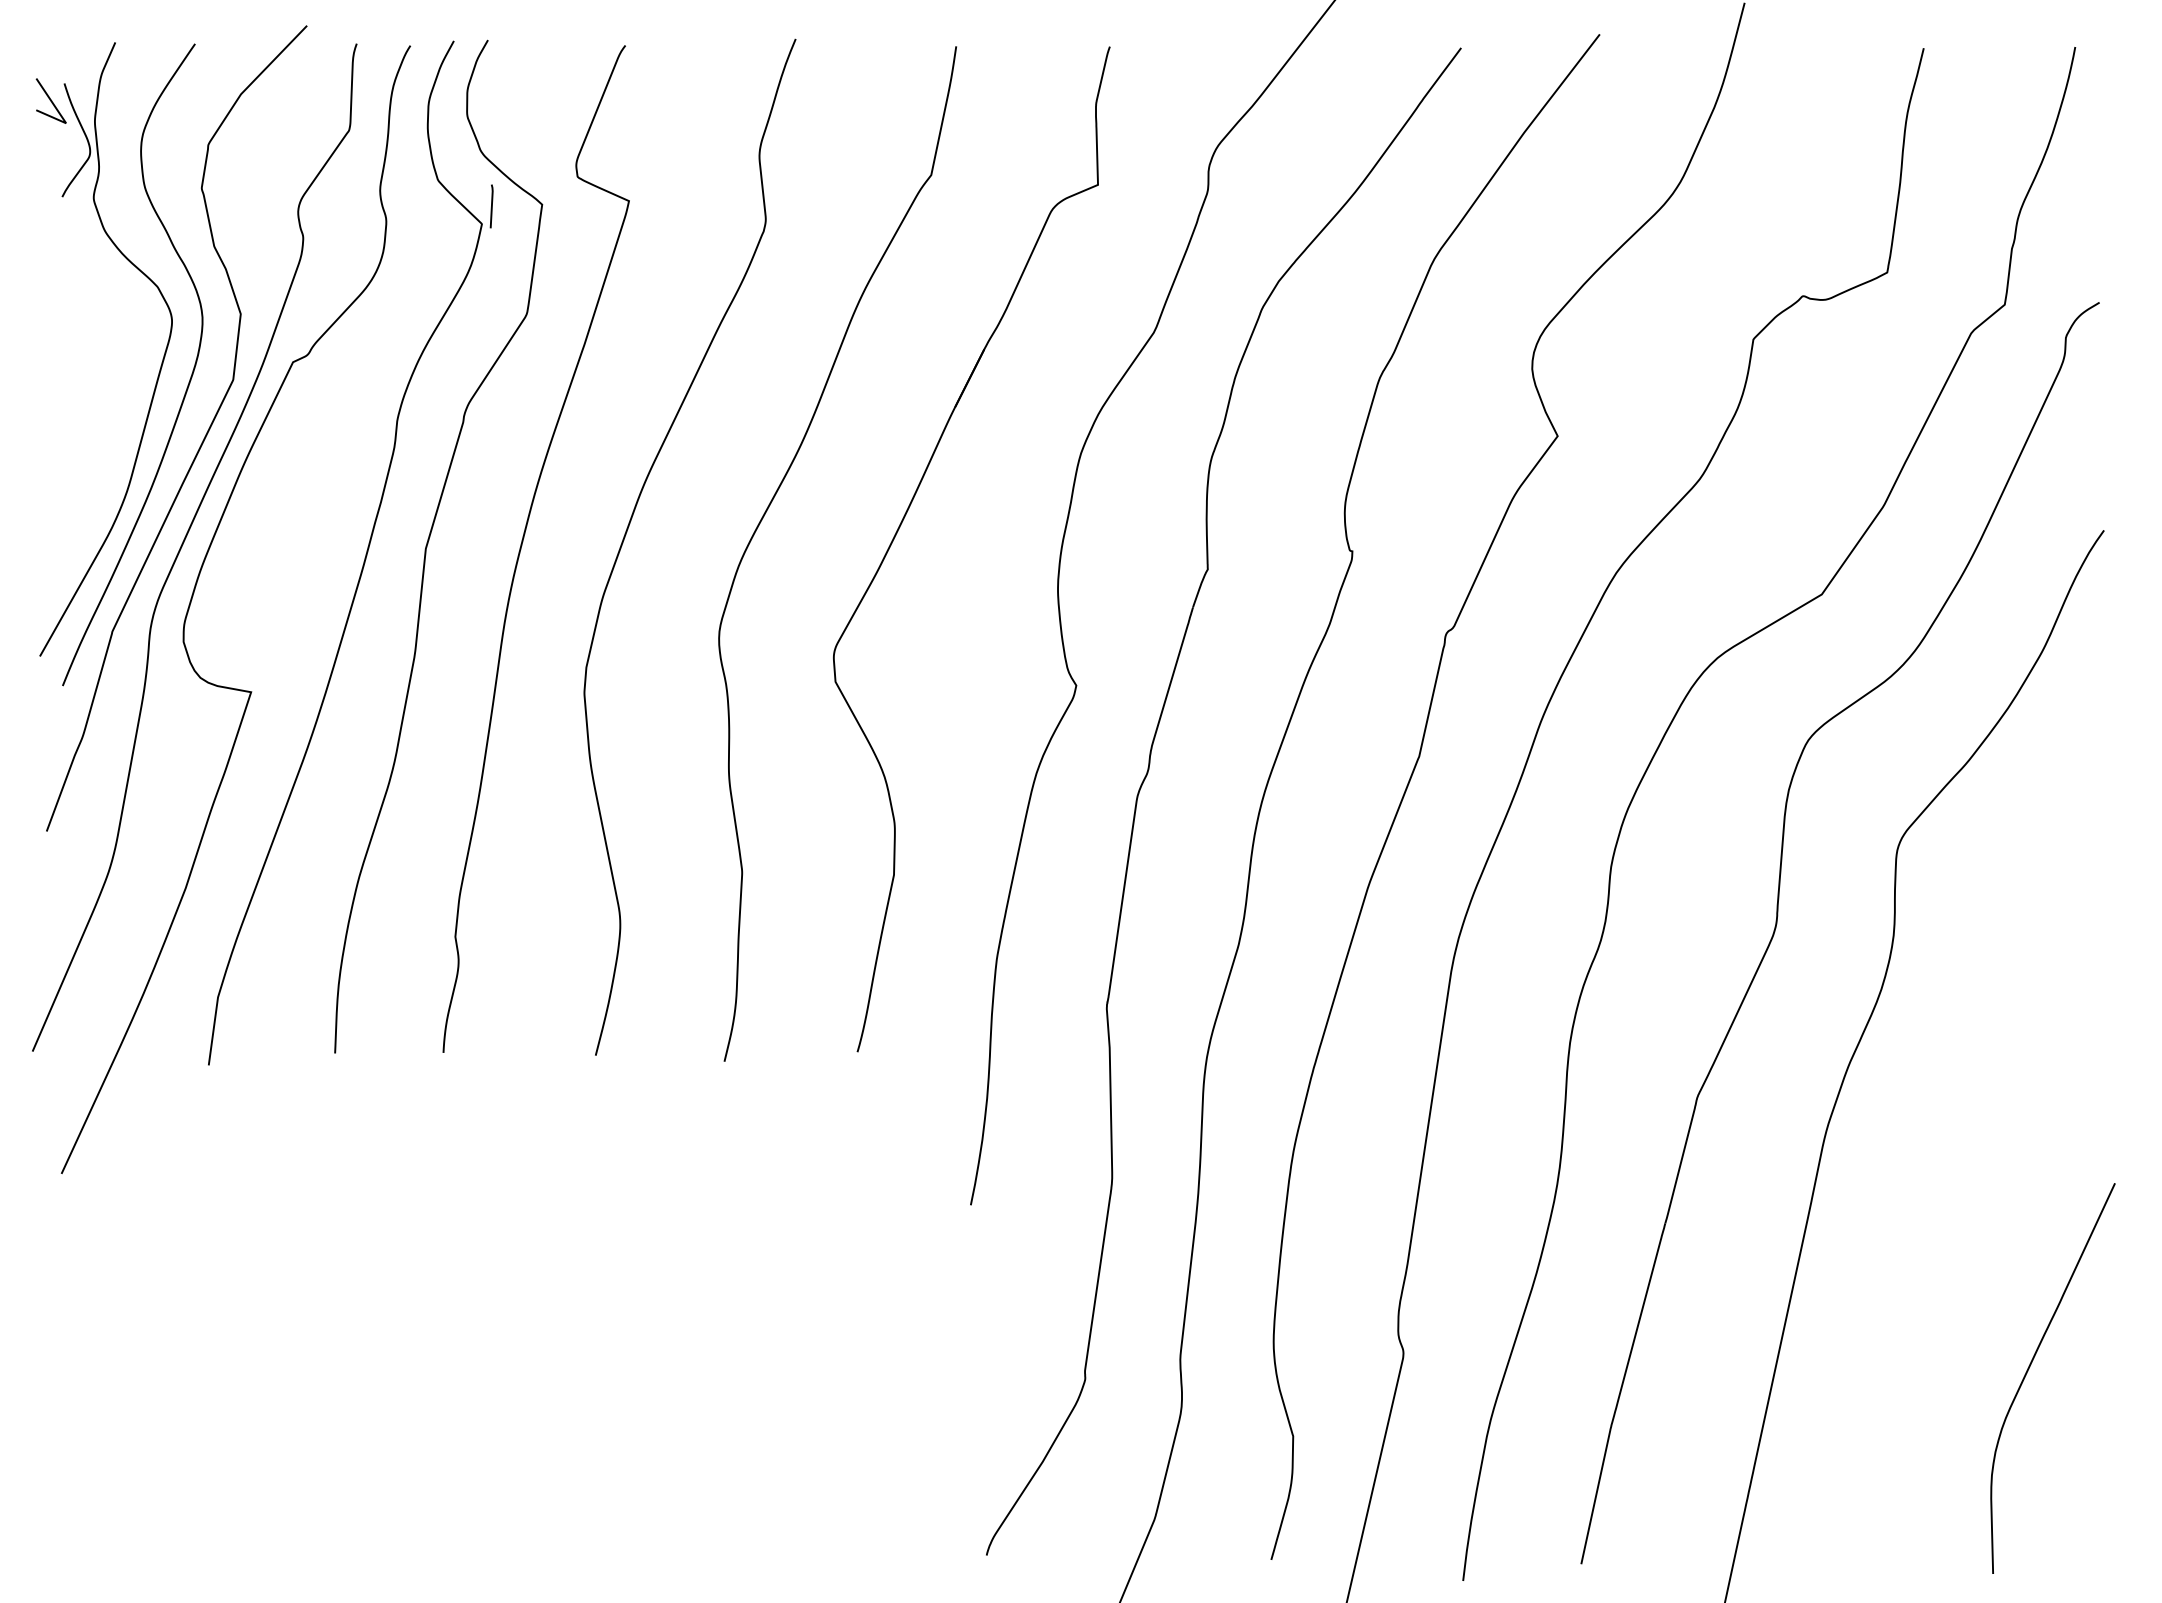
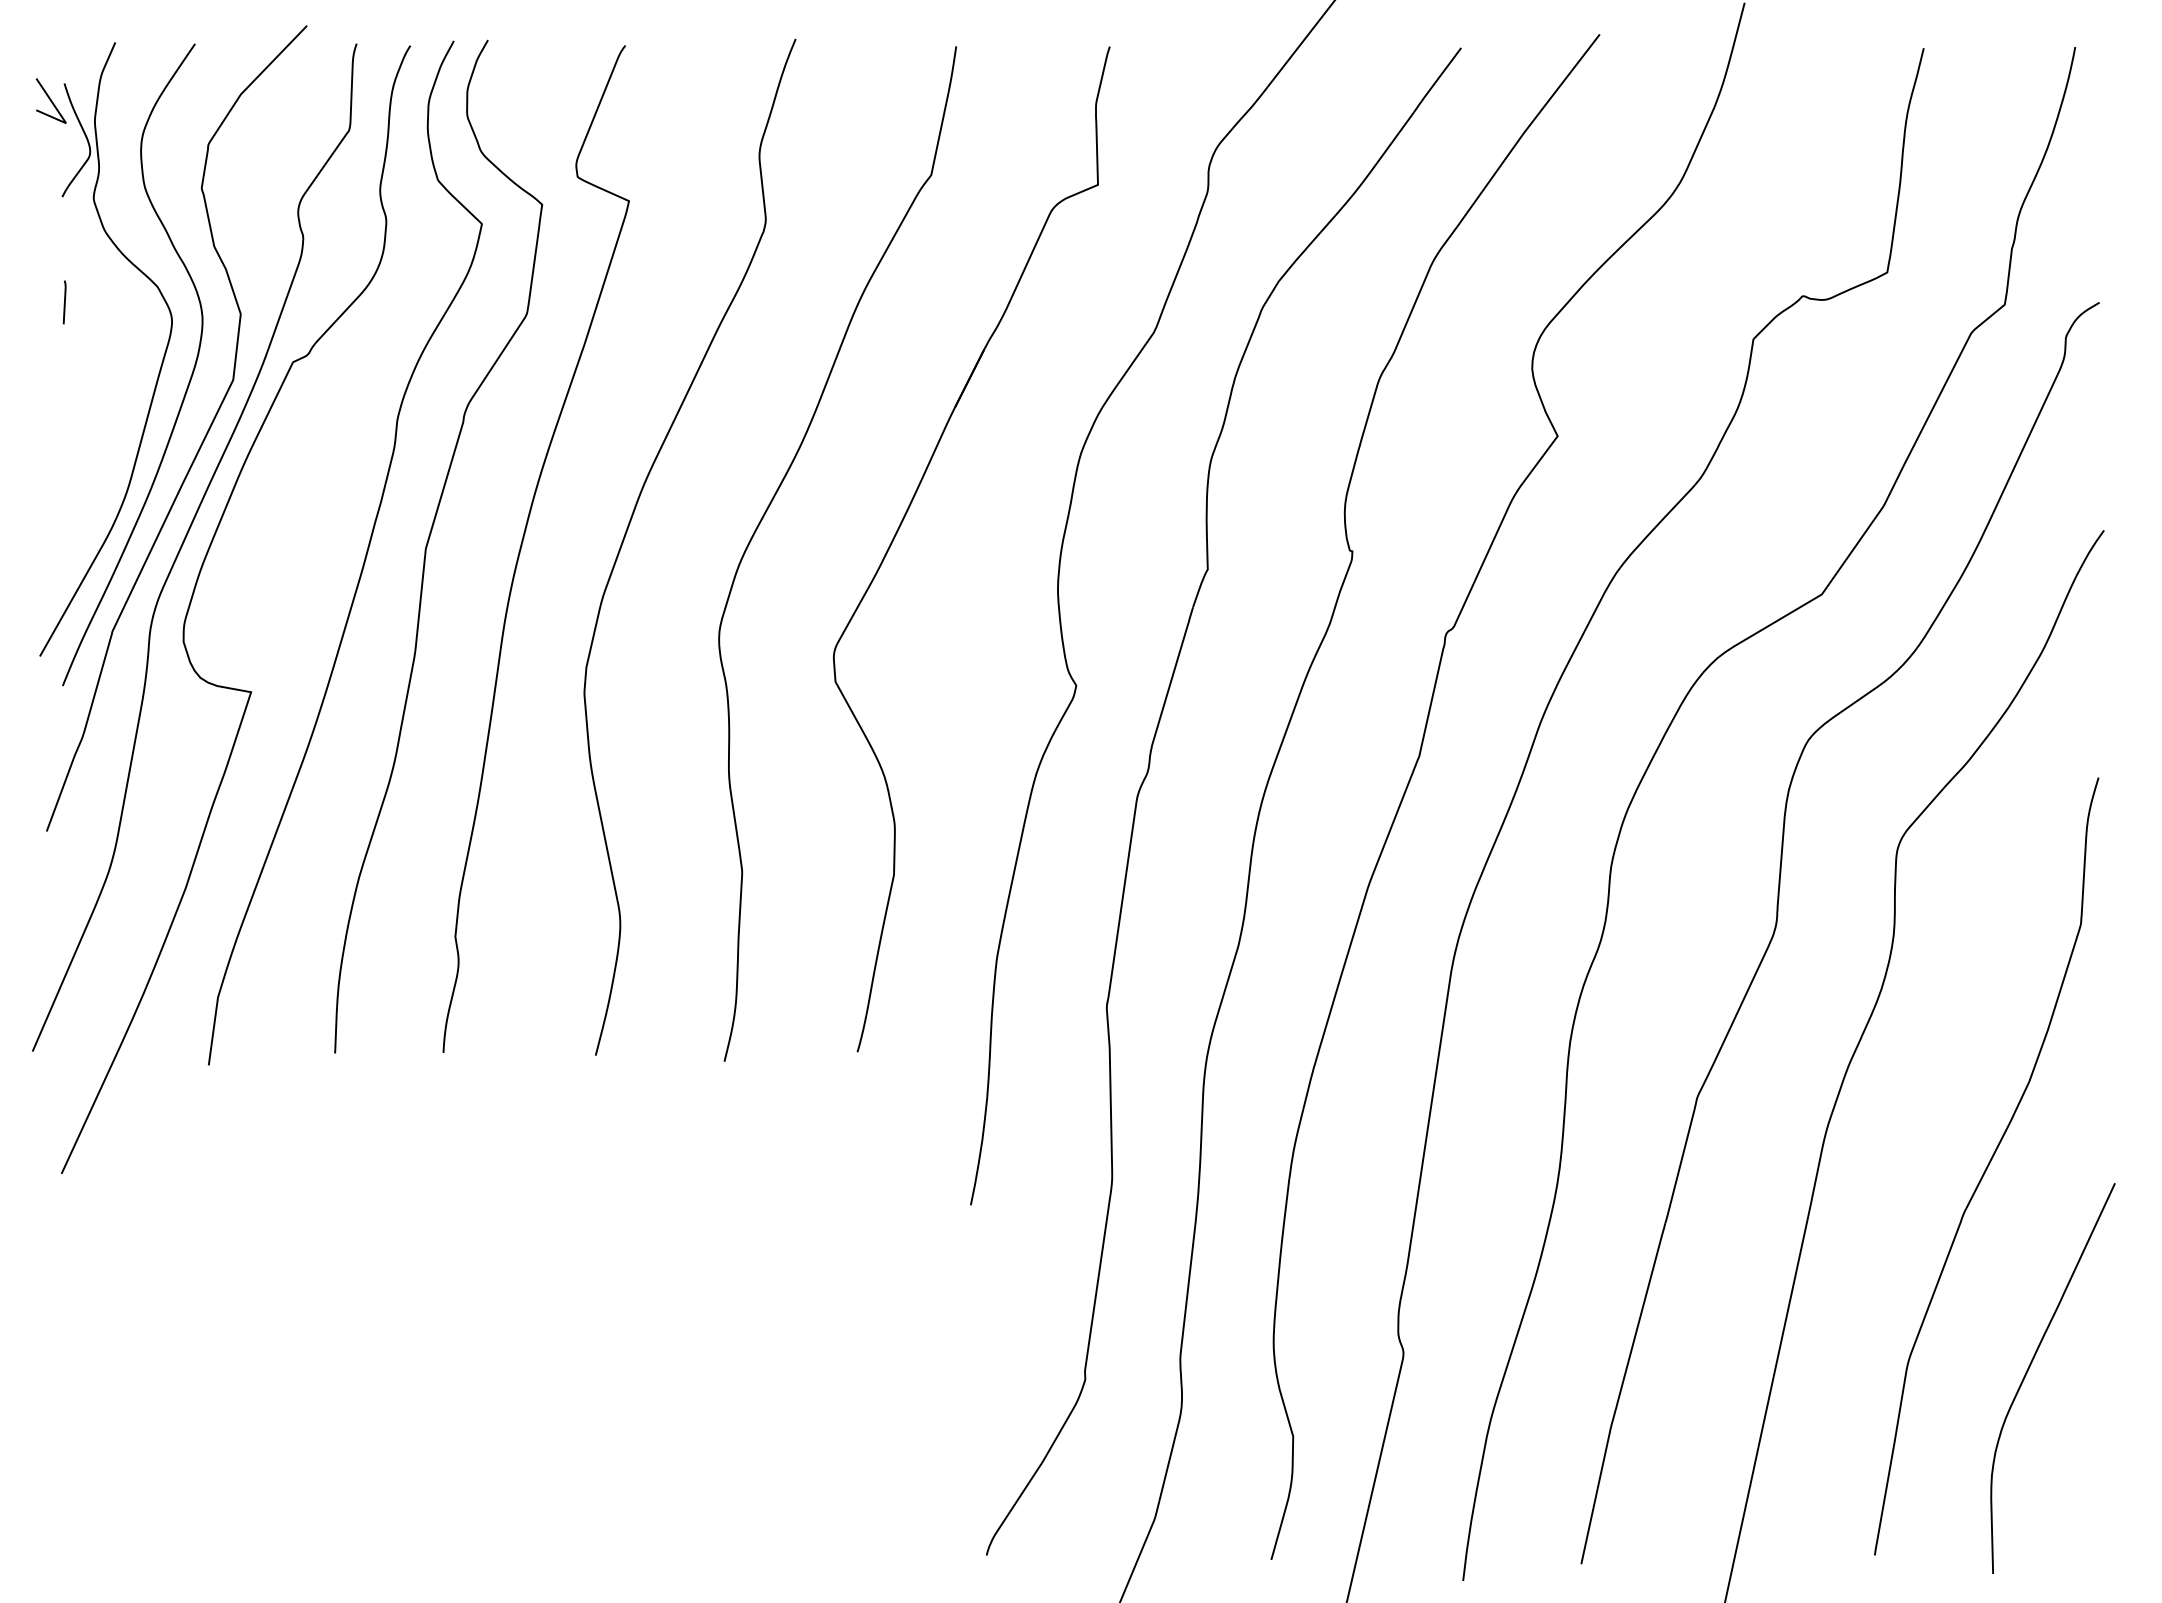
line at (491, 206) position: (491, 206) -> (64, 302)
curve at (1986, 1166): none -> present
